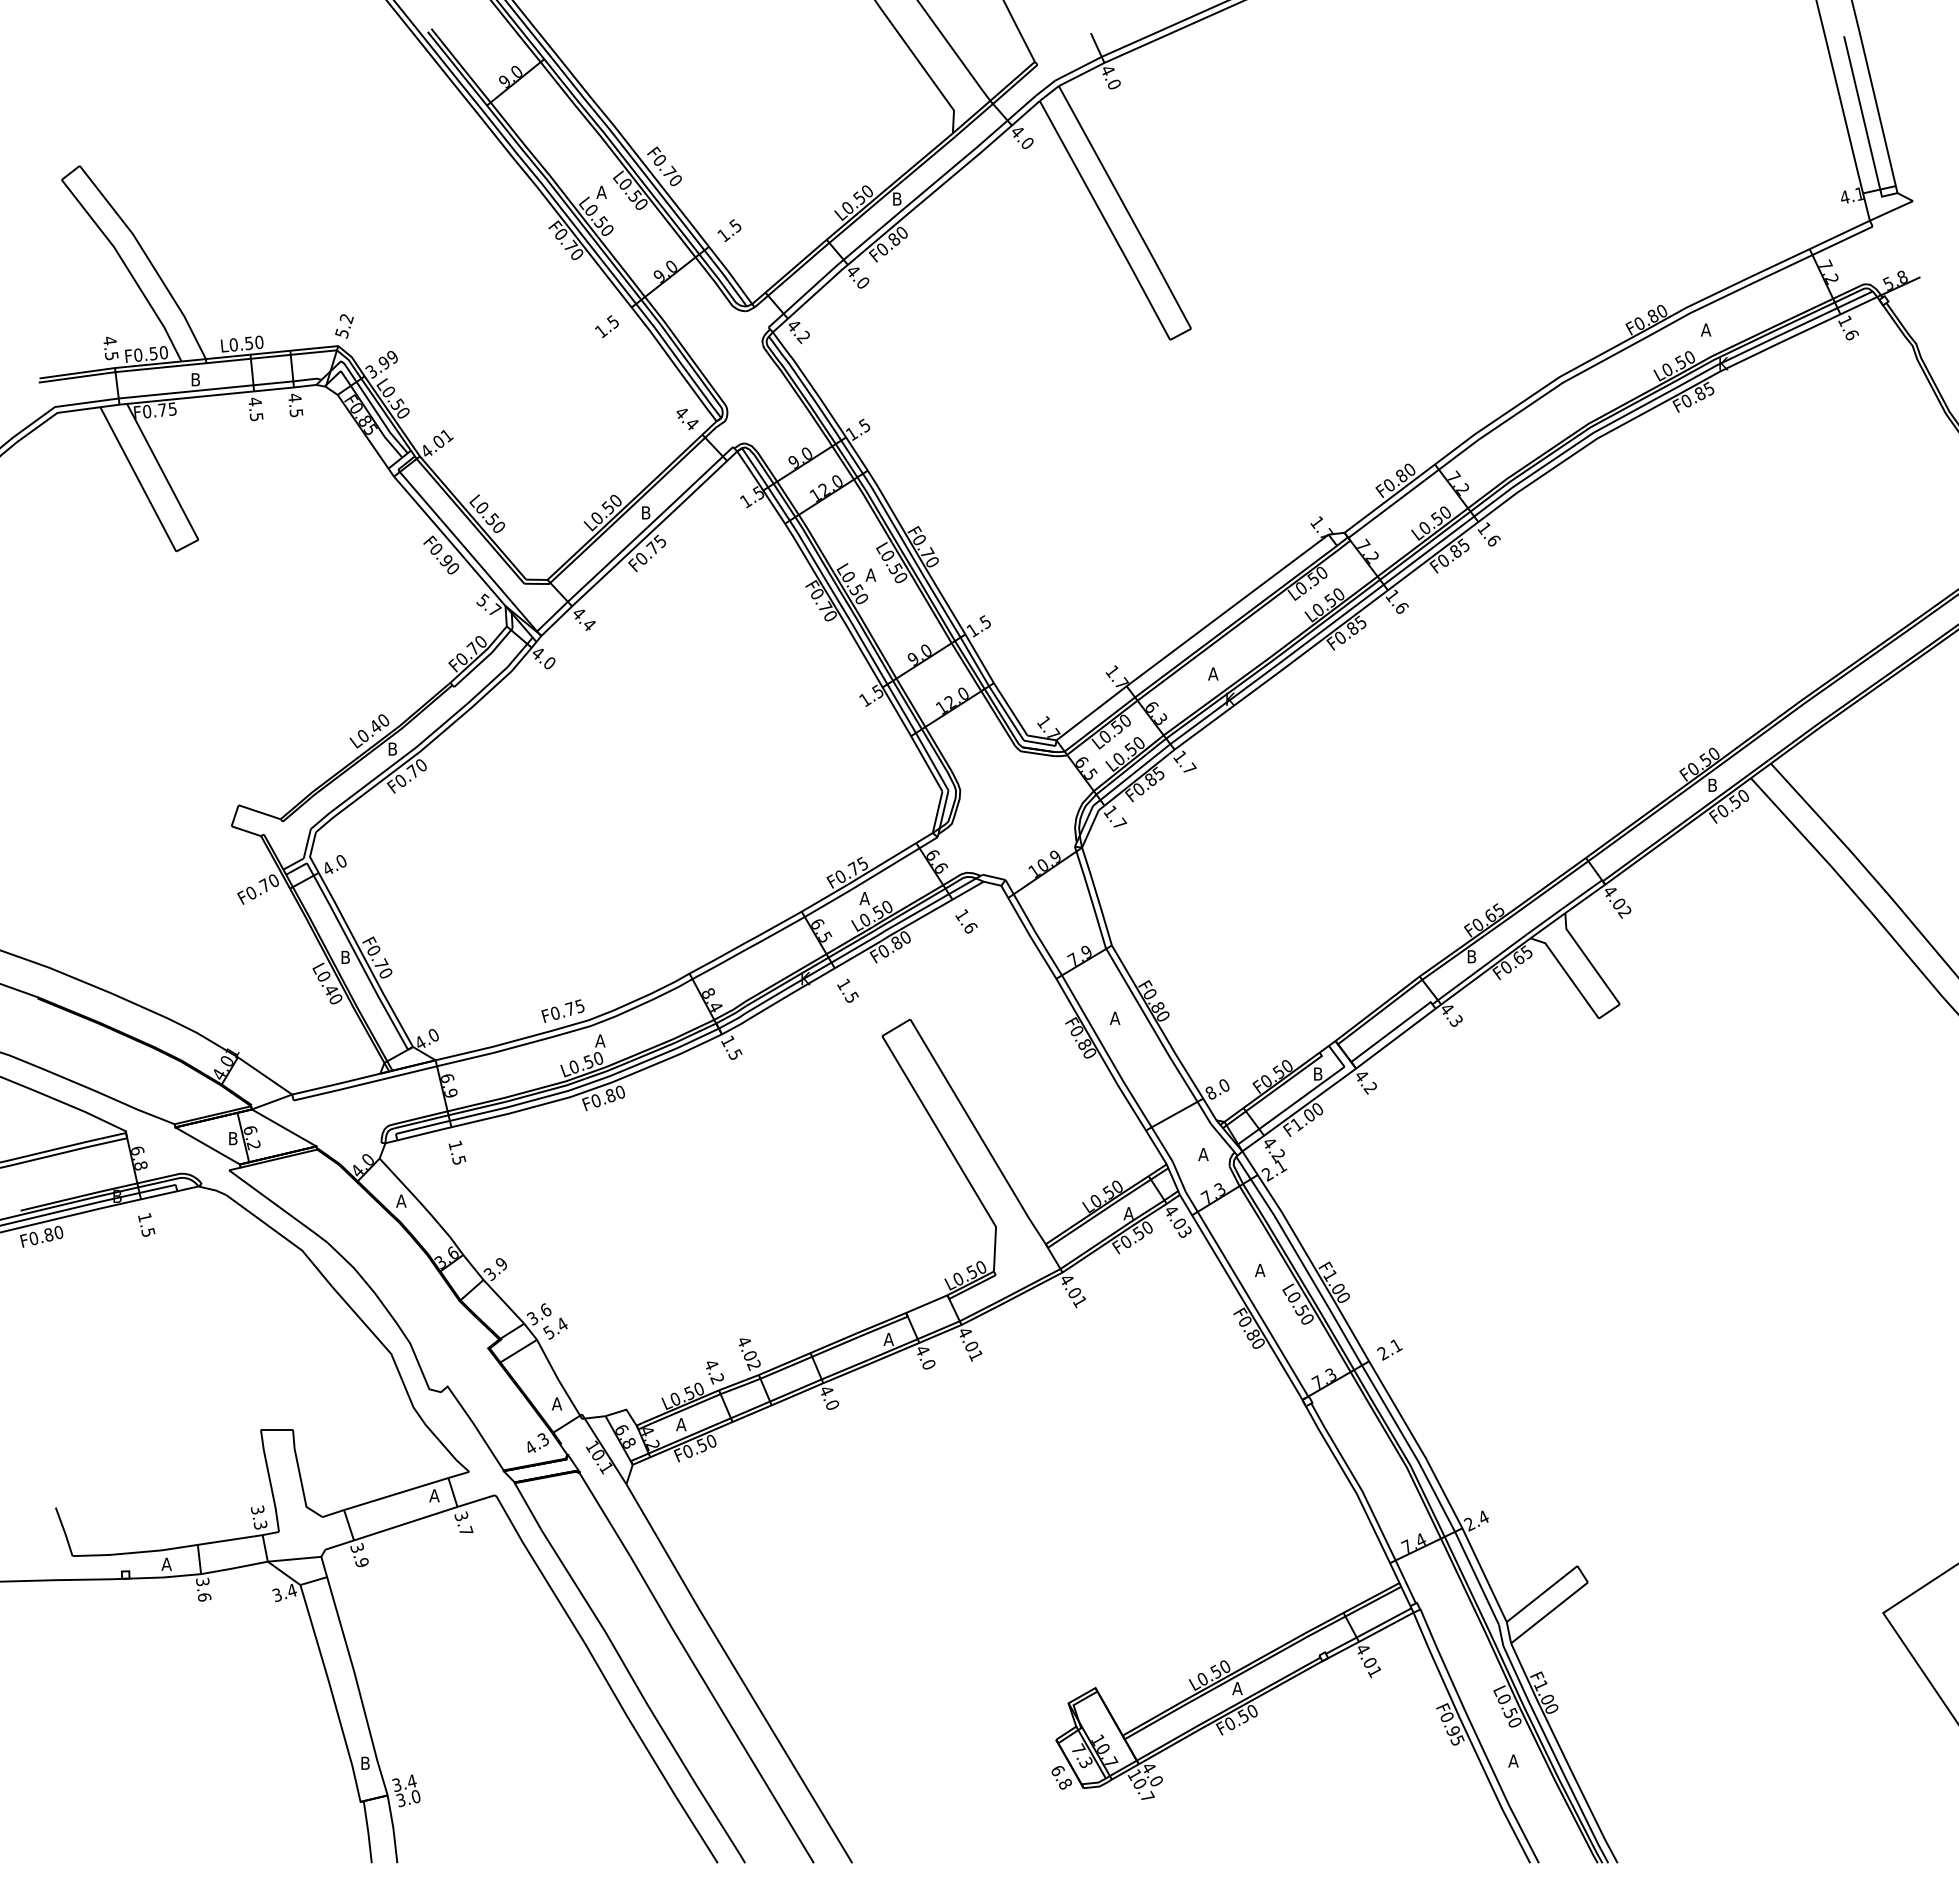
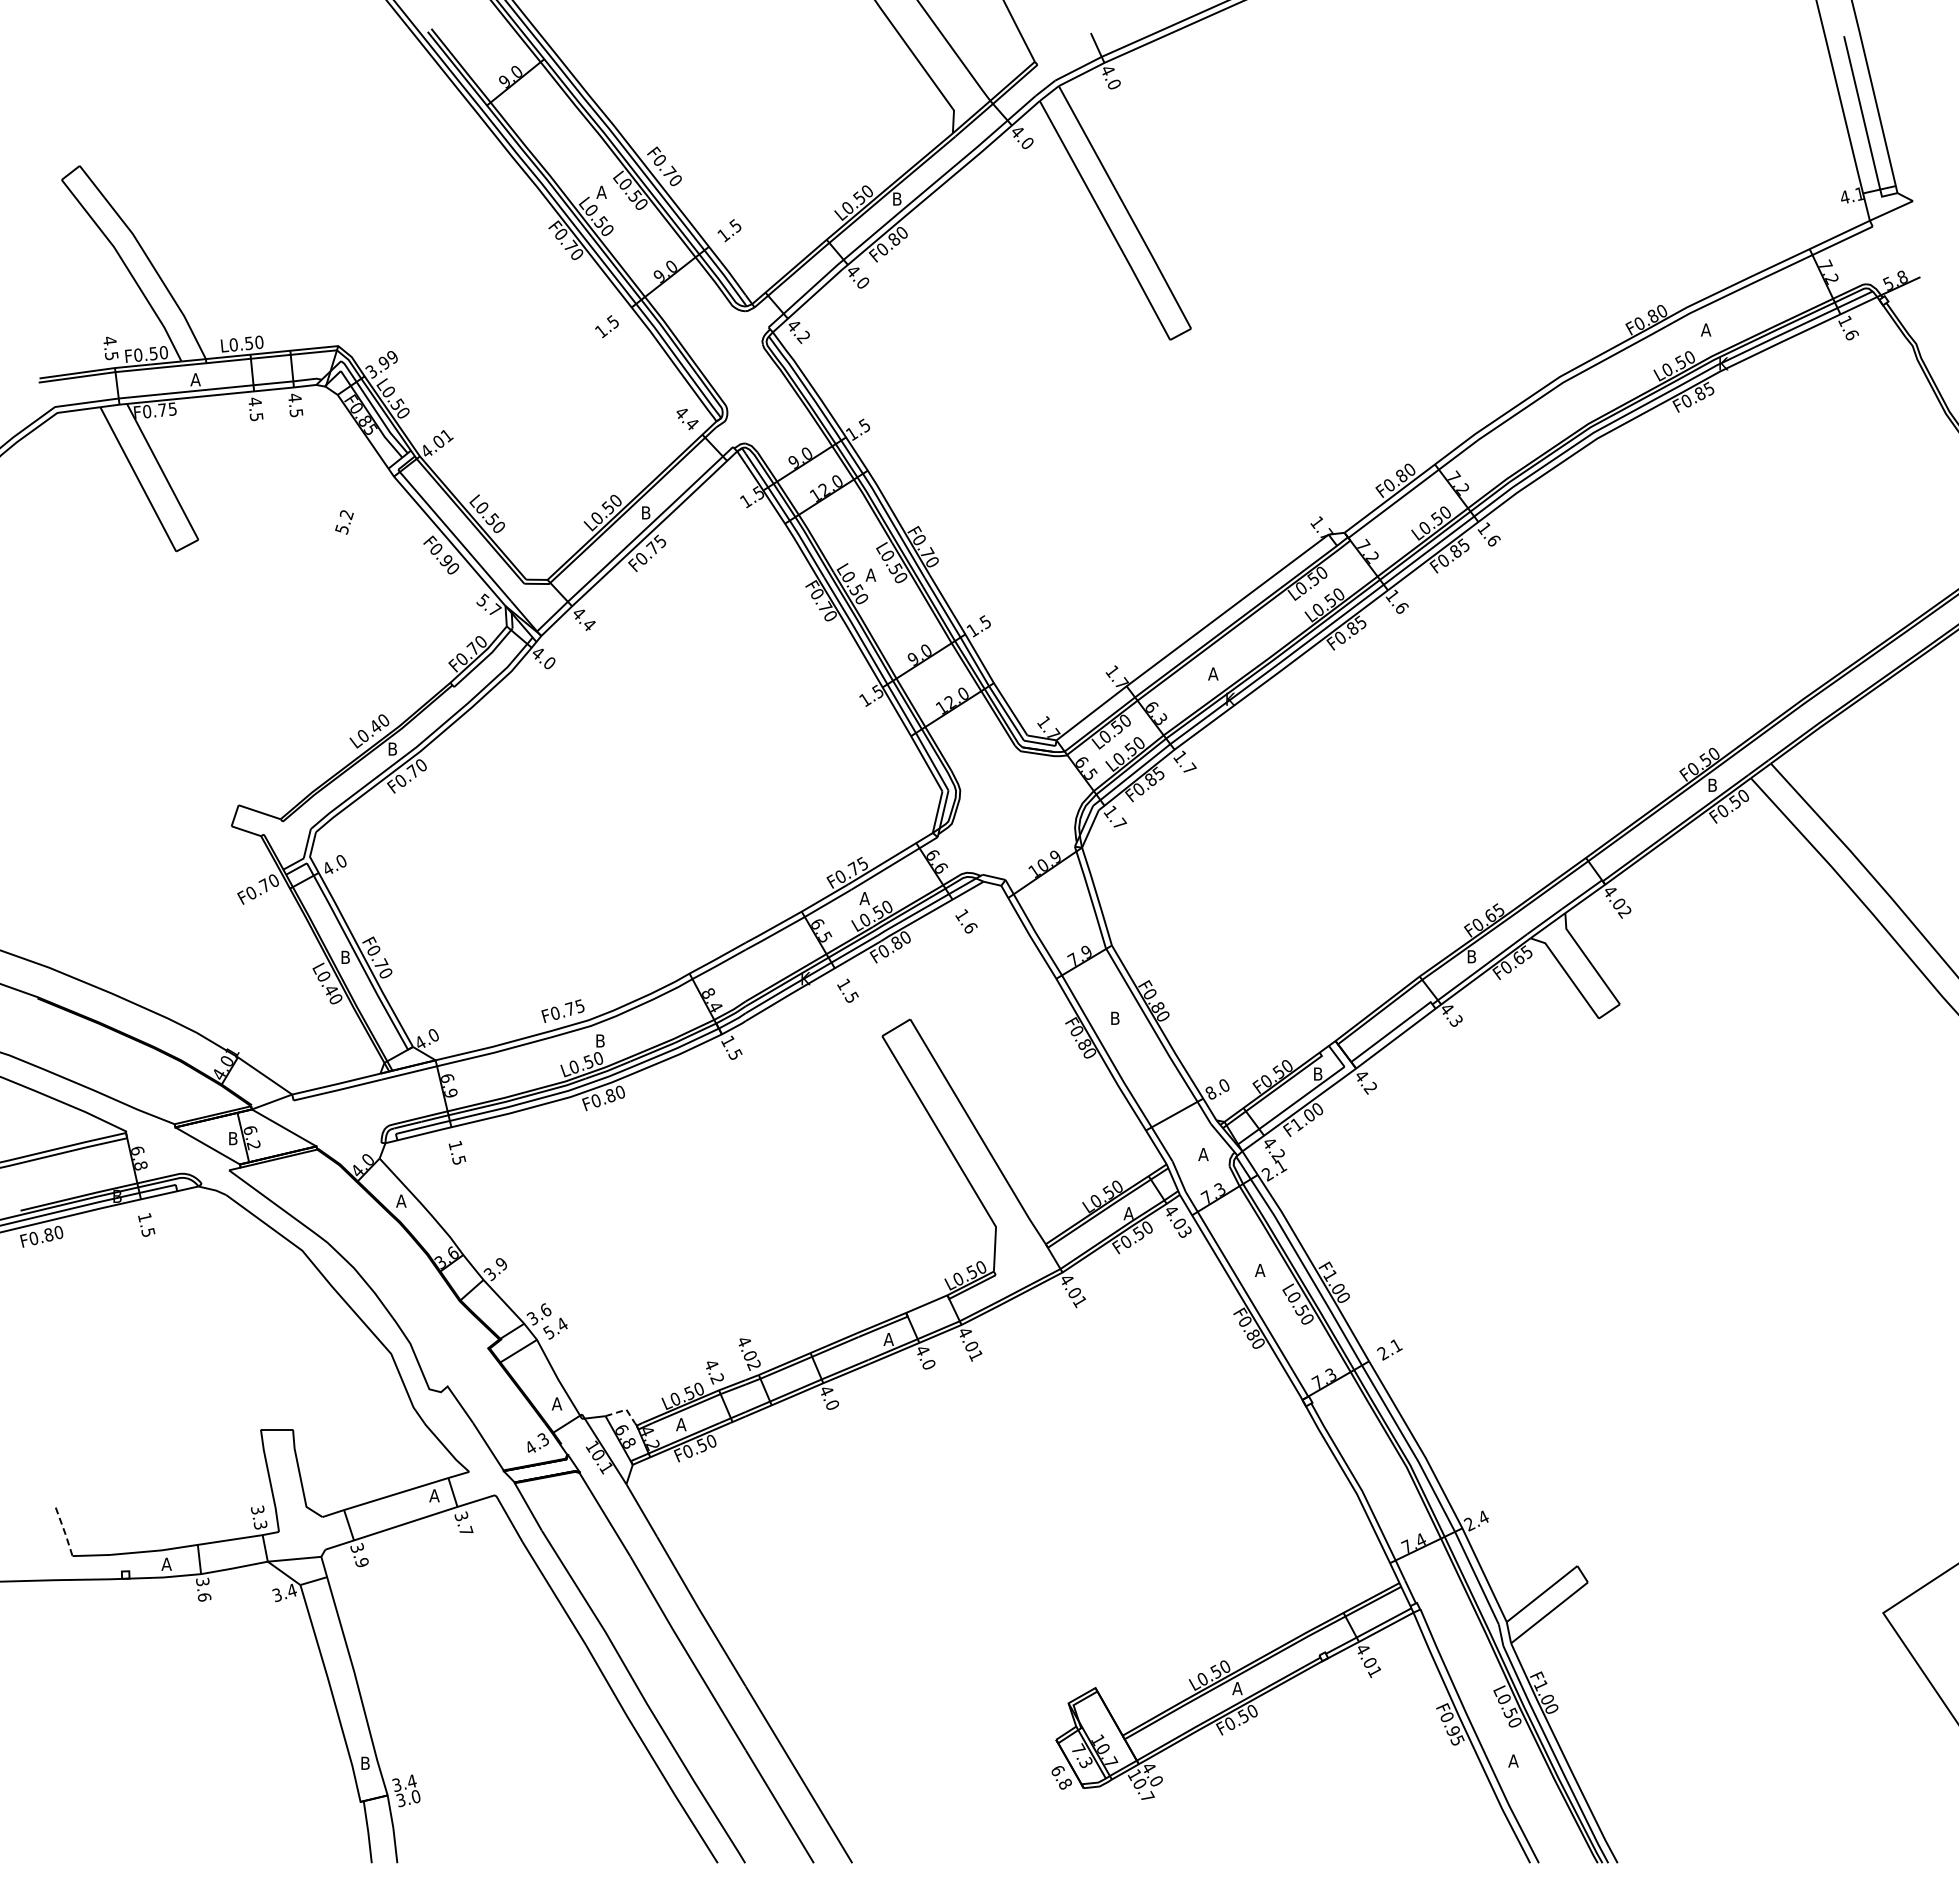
text at (344, 326) position: (344, 326) -> (344, 522)
text at (195, 379): B -> A
text at (1115, 1017): A -> B
text at (600, 1040): A -> B
line at (624, 1410): solid -> dashed
line at (65, 1532): solid -> dashed
